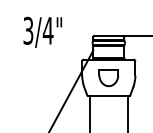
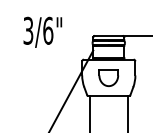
text at (47, 30): 3/4" -> 3/6"
